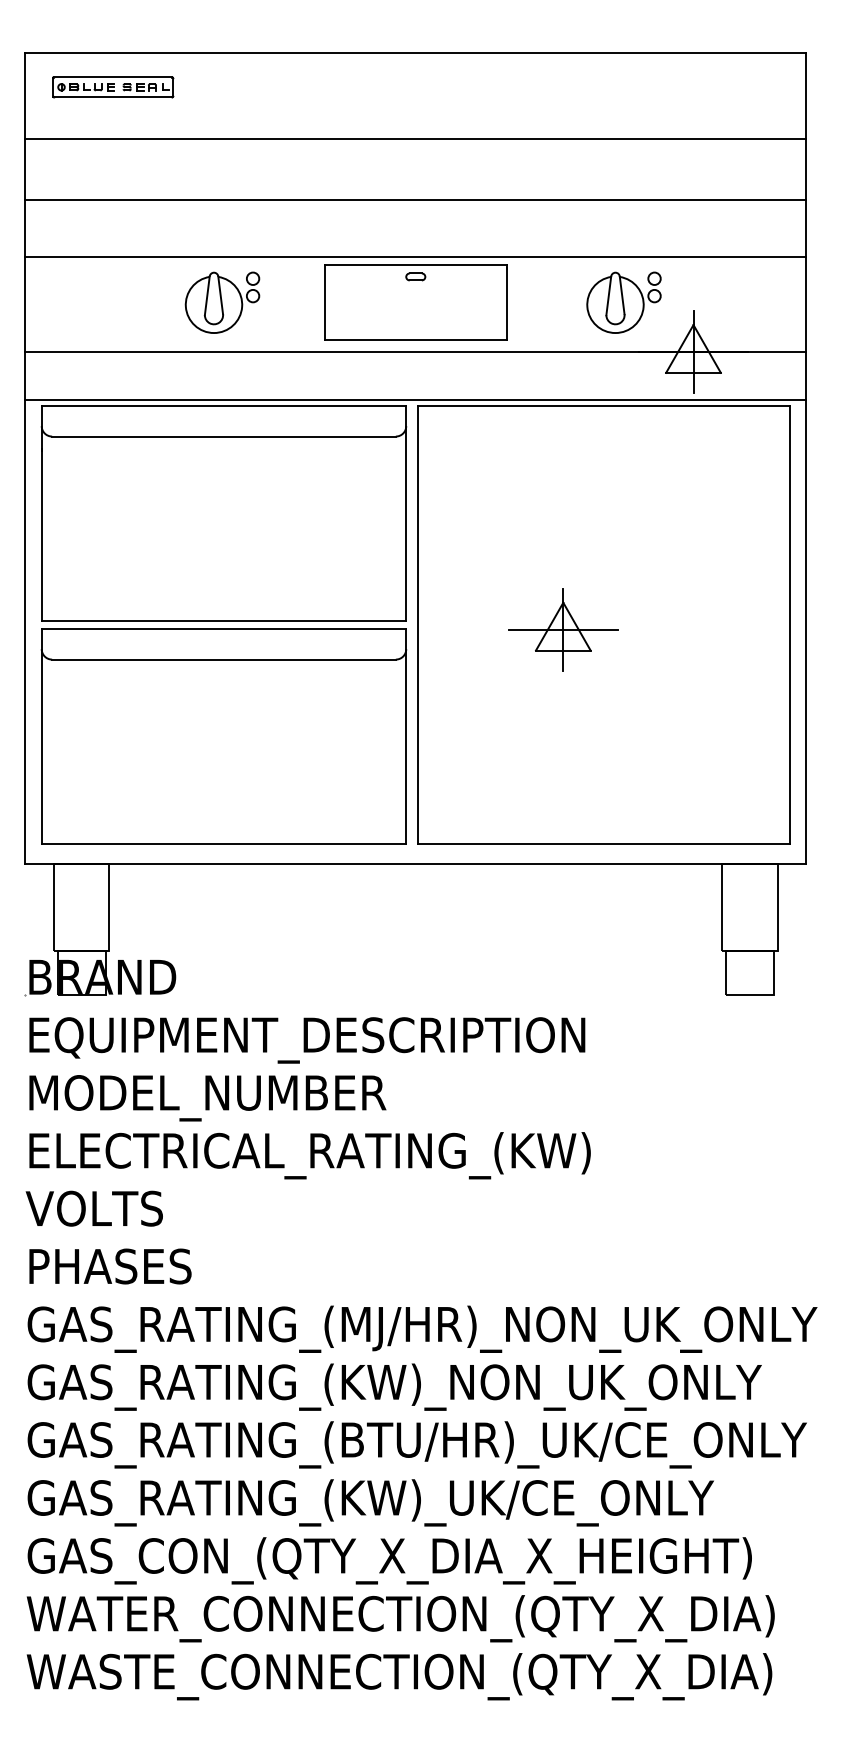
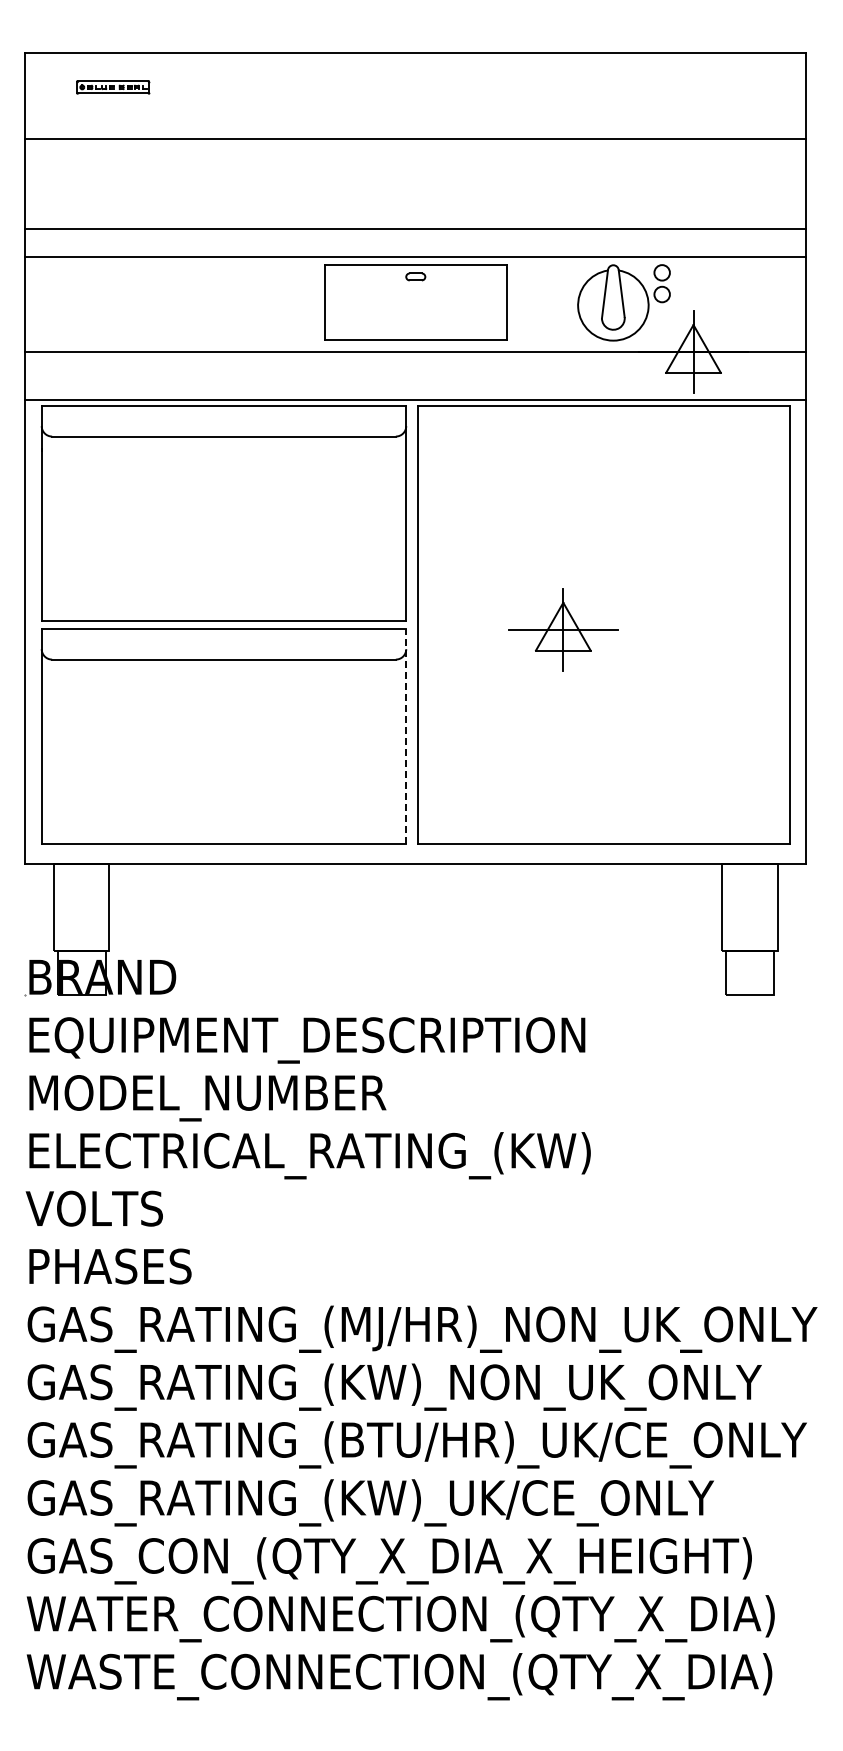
part at (113, 87) size: 123x23 px -> 75x15 px
line at (415, 200) position: (415, 200) -> (415, 229)
part at (222, 302): present -> none
part at (623, 302) size: 76x63 px -> 94x78 px
line at (406, 735): solid -> dashed
